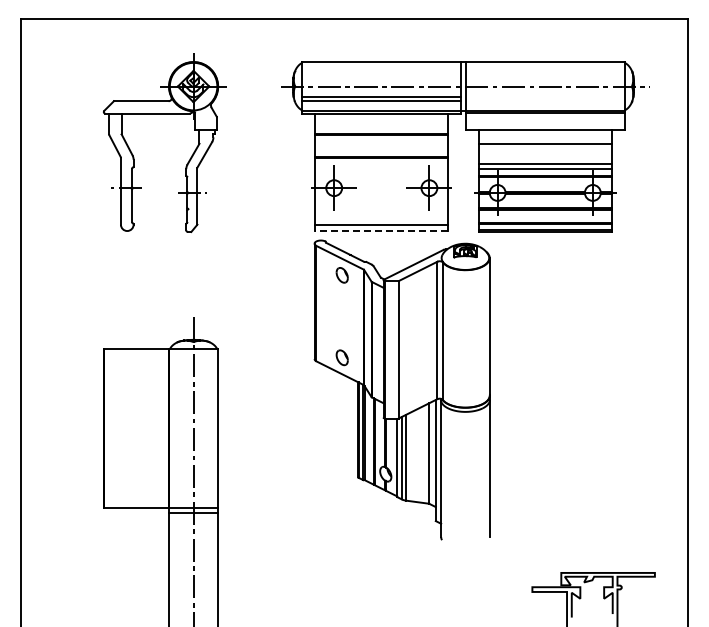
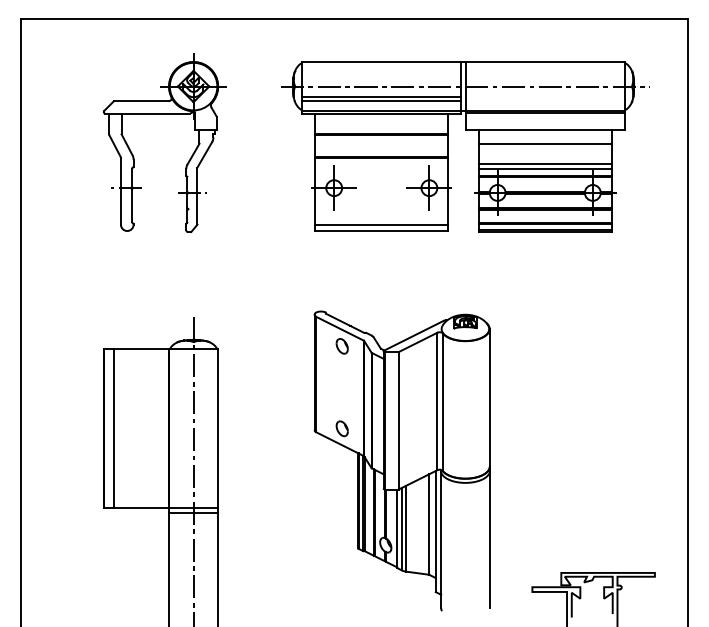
line at (381, 231): dashed -> solid
part at (401, 389) position: (401, 389) -> (401, 460)
line at (113, 428): none -> present
